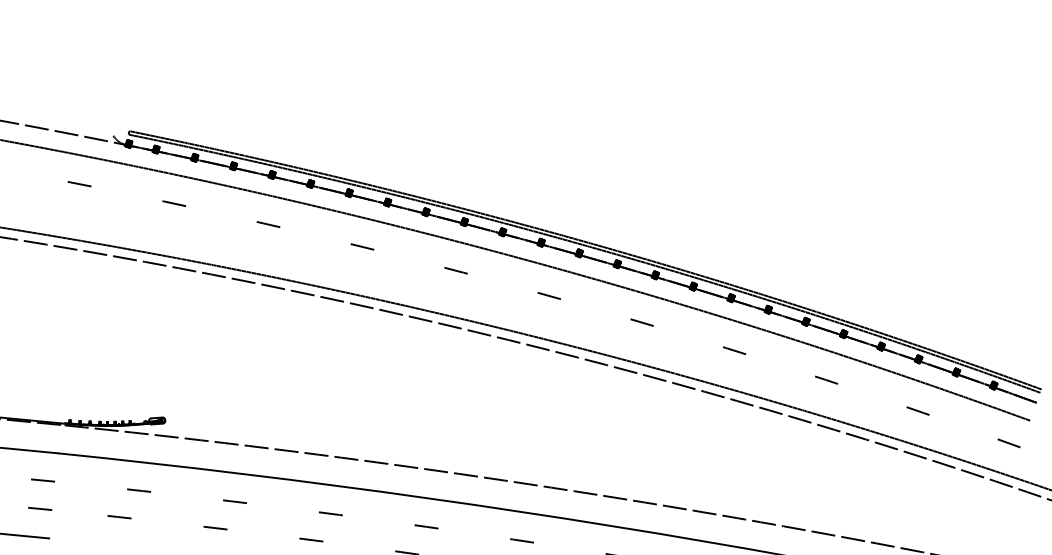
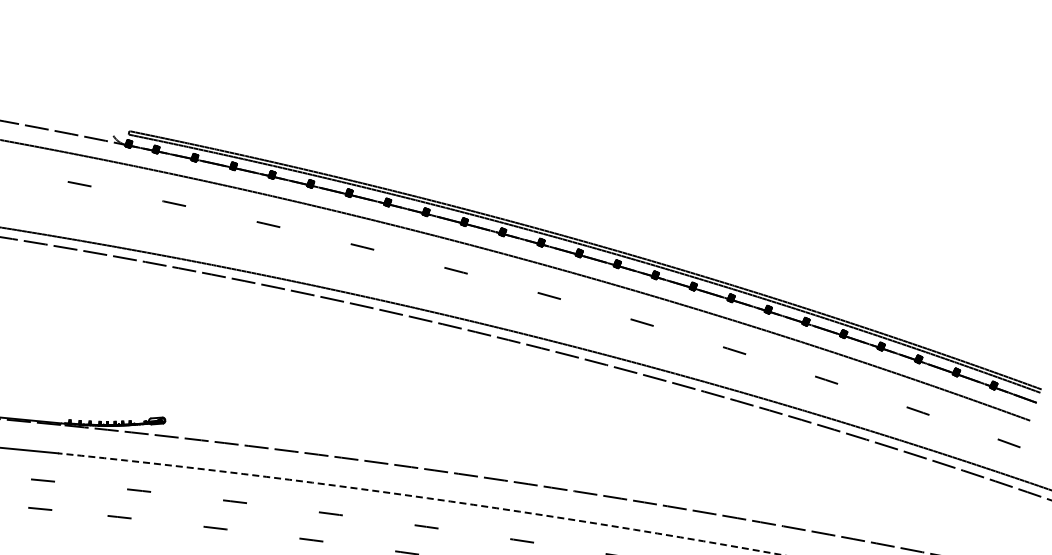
arc at (420, 497): solid -> dashed
line at (25, 535): present -> none
